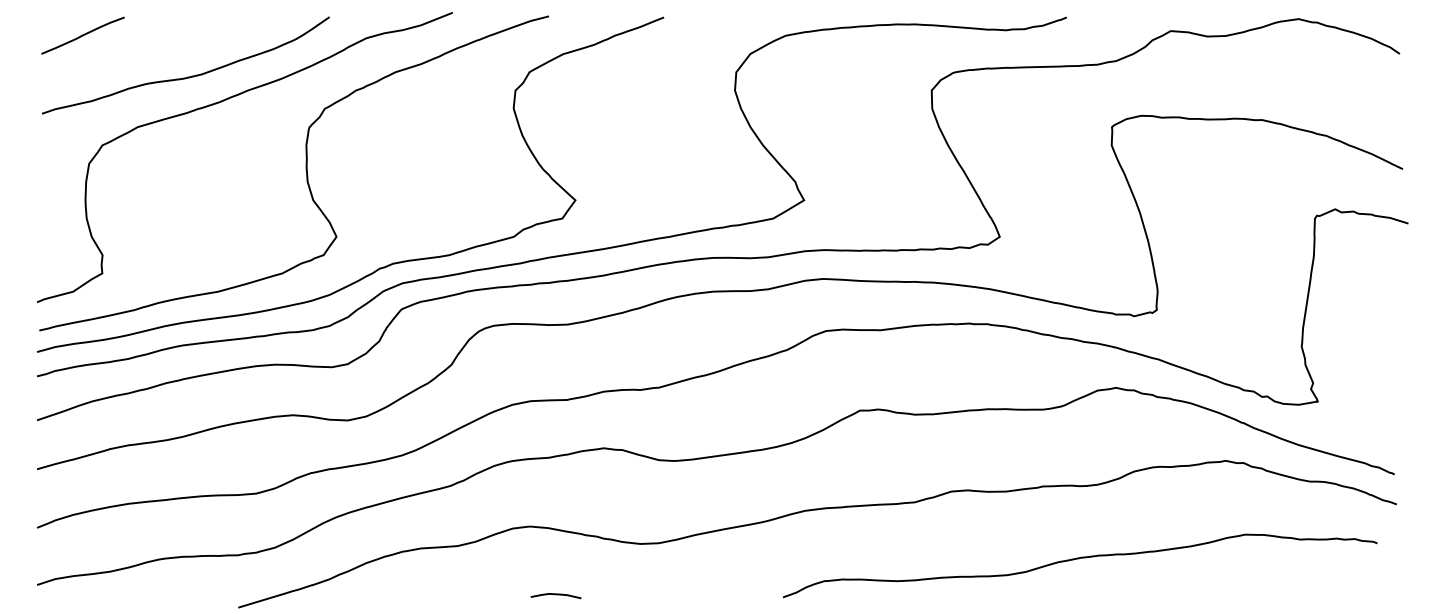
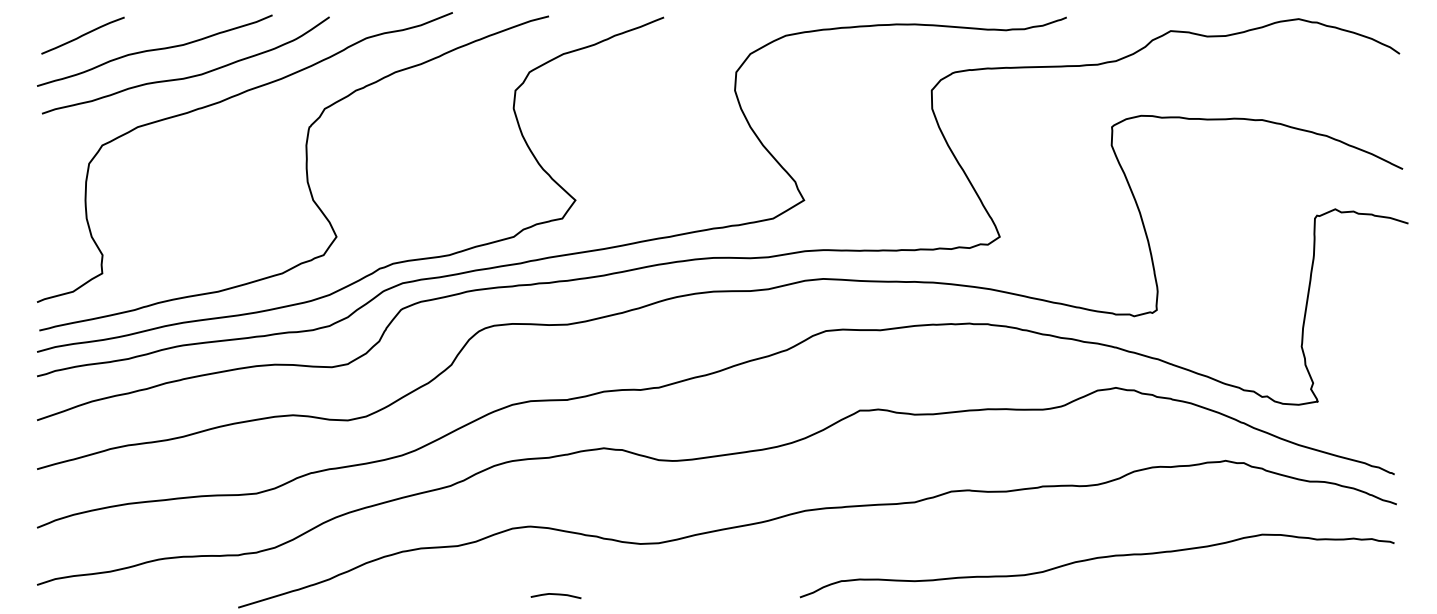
curve at (154, 50): none -> present
curve at (1078, 559) position: (1078, 559) -> (1095, 559)
